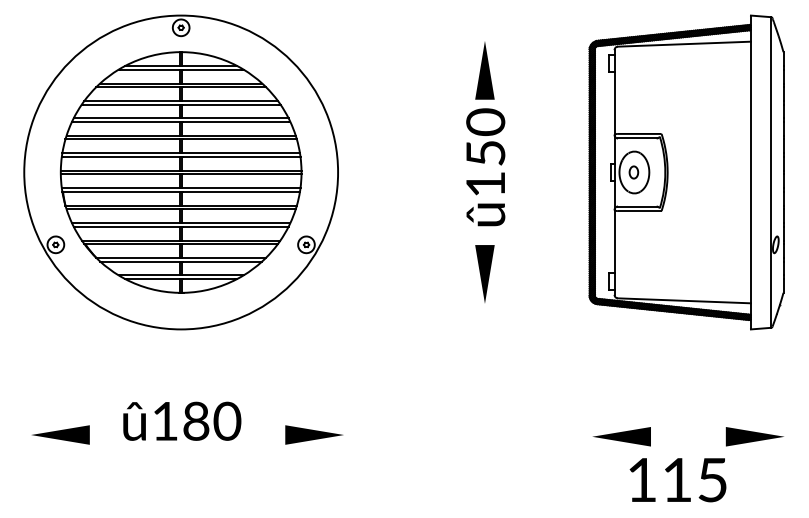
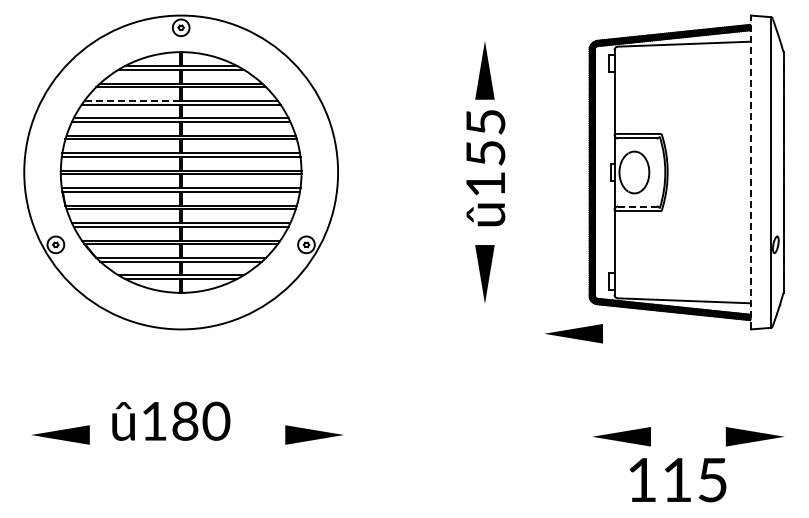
line at (132, 100): solid -> dashed
text at (485, 122): û150 -> û155
part at (633, 172): present -> none
line at (750, 172): solid -> dashed
line at (637, 206): solid -> dashed
part at (573, 333): none -> present
text at (182, 420) position: (182, 420) -> (171, 420)
